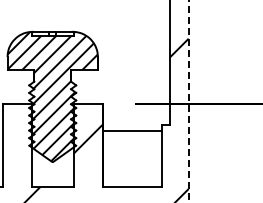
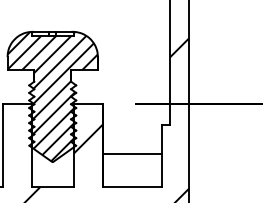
line at (188, 101): dashed -> solid
line at (131, 131) position: (131, 131) -> (131, 154)
